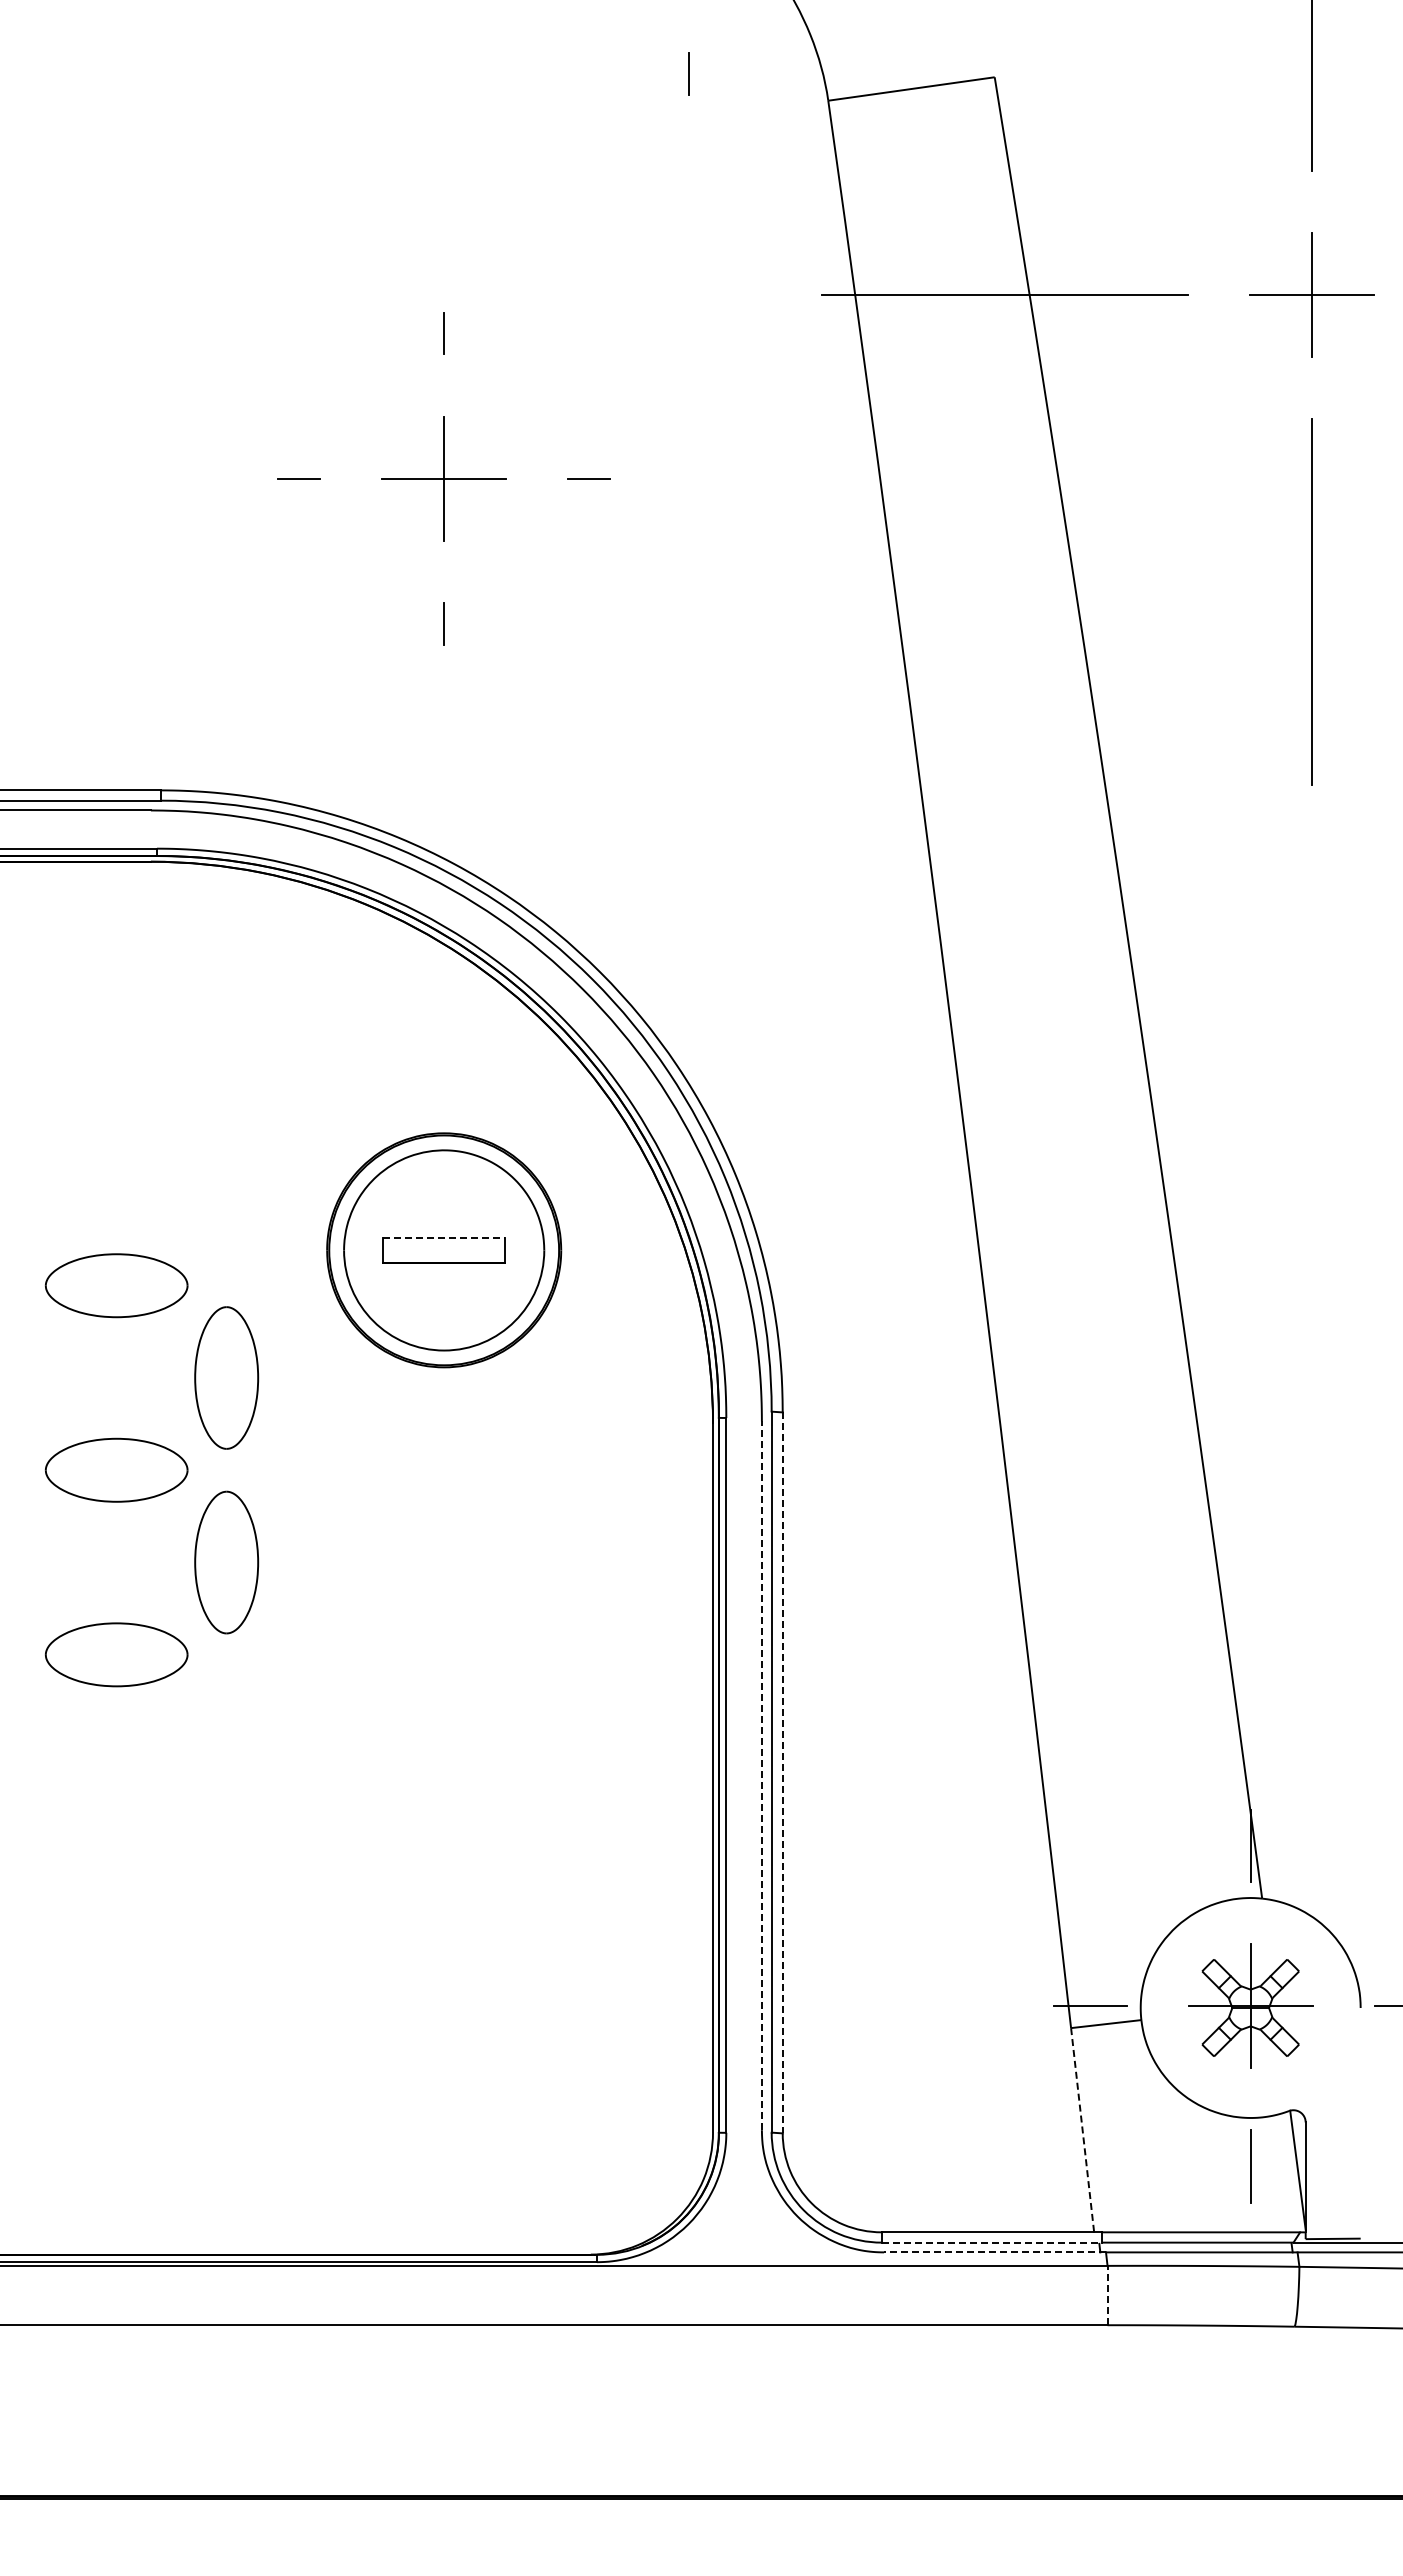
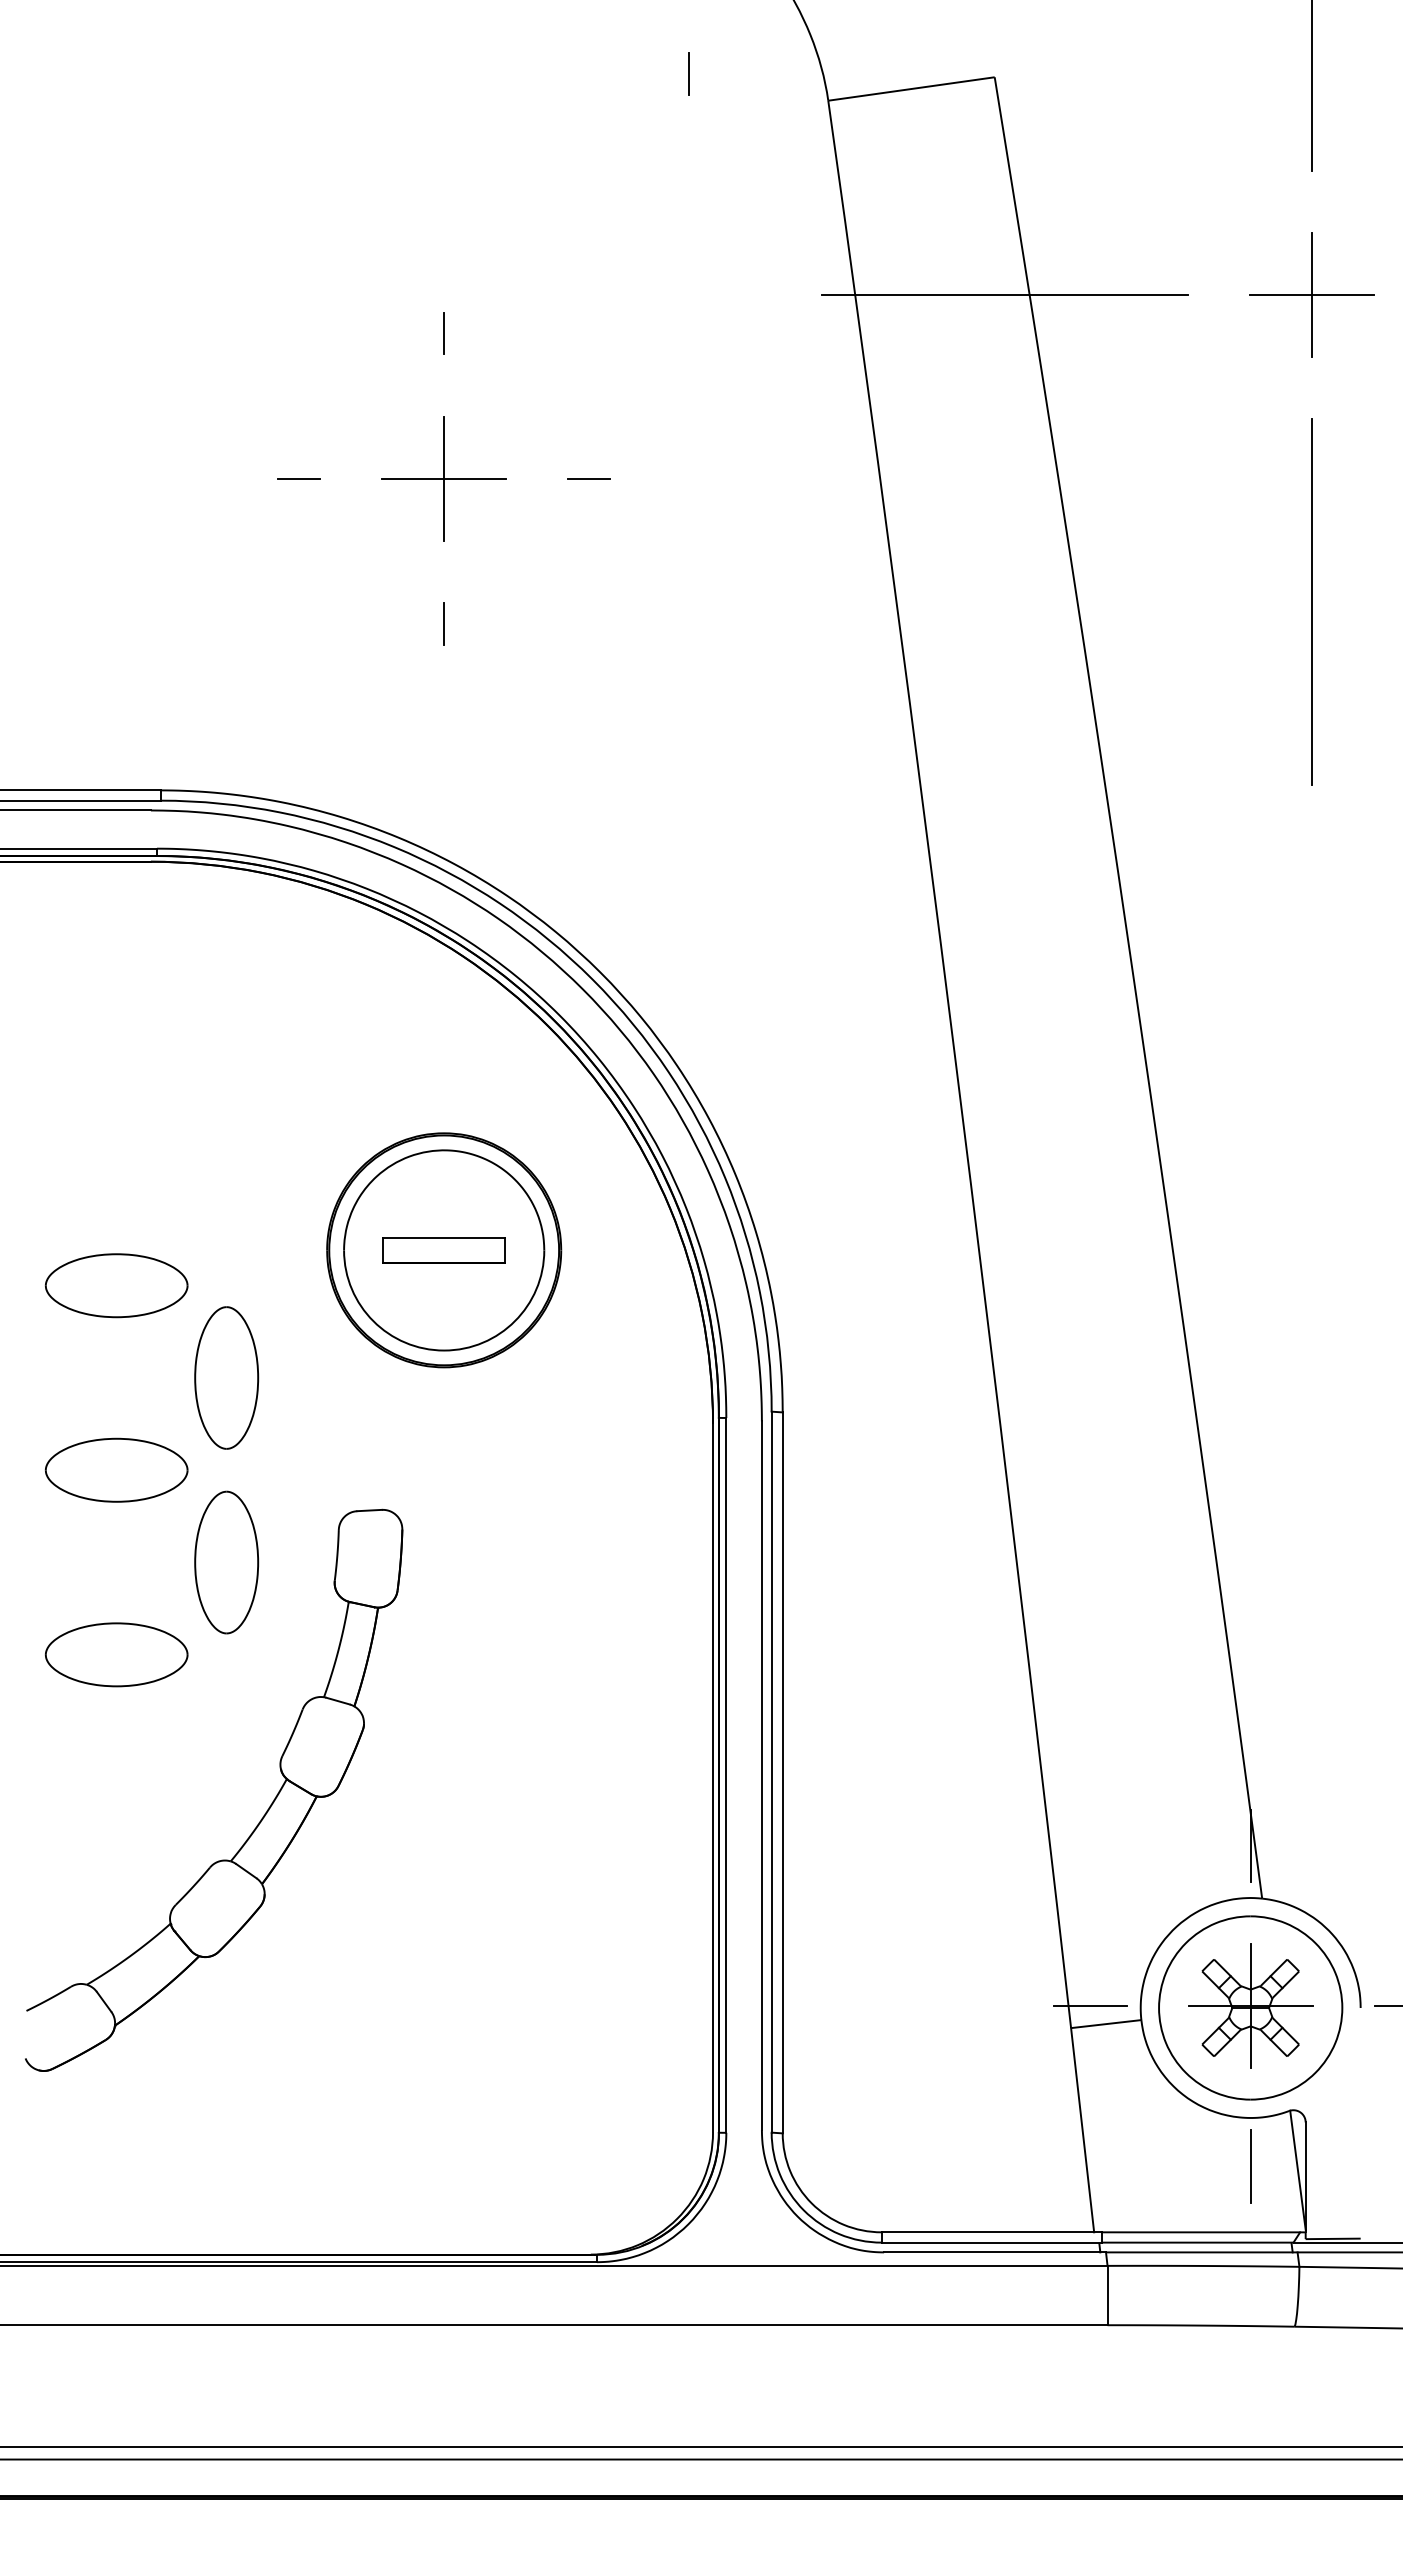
line at (444, 1238): dashed -> solid
line at (782, 1773): dashed -> solid
line at (761, 1775): dashed -> solid
part at (260, 1819): none -> present
part at (1250, 2007): none -> present
line at (1082, 2130): dashed -> solid
line at (992, 2242): dashed -> solid
line at (995, 2252): dashed -> solid
line at (1107, 2295): dashed -> solid
line at (700, 2446): none -> present
line at (700, 2459): none -> present
